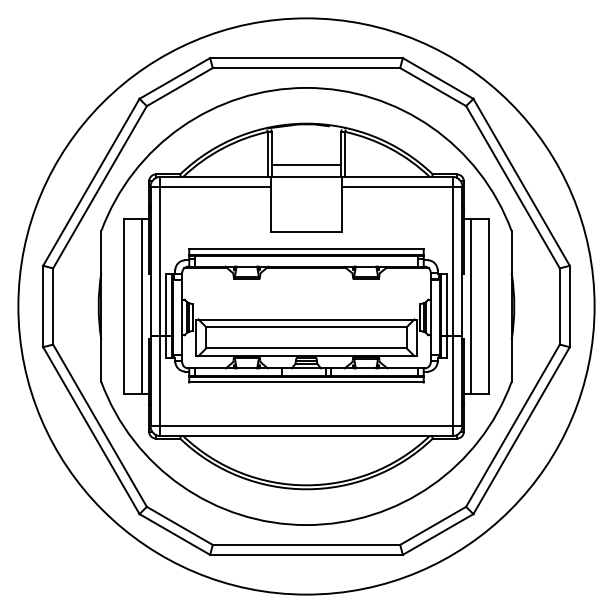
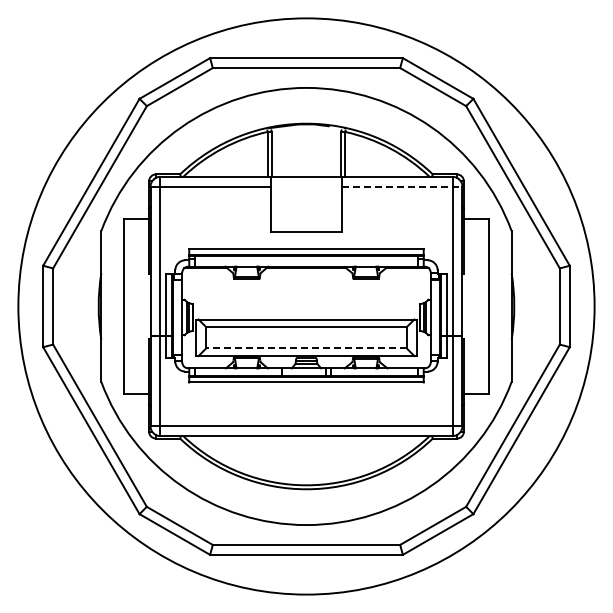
line at (306, 164): present -> none
line at (402, 186): solid -> dashed
line at (142, 306): present -> none
line at (470, 306): present -> none
line at (305, 348): solid -> dashed
